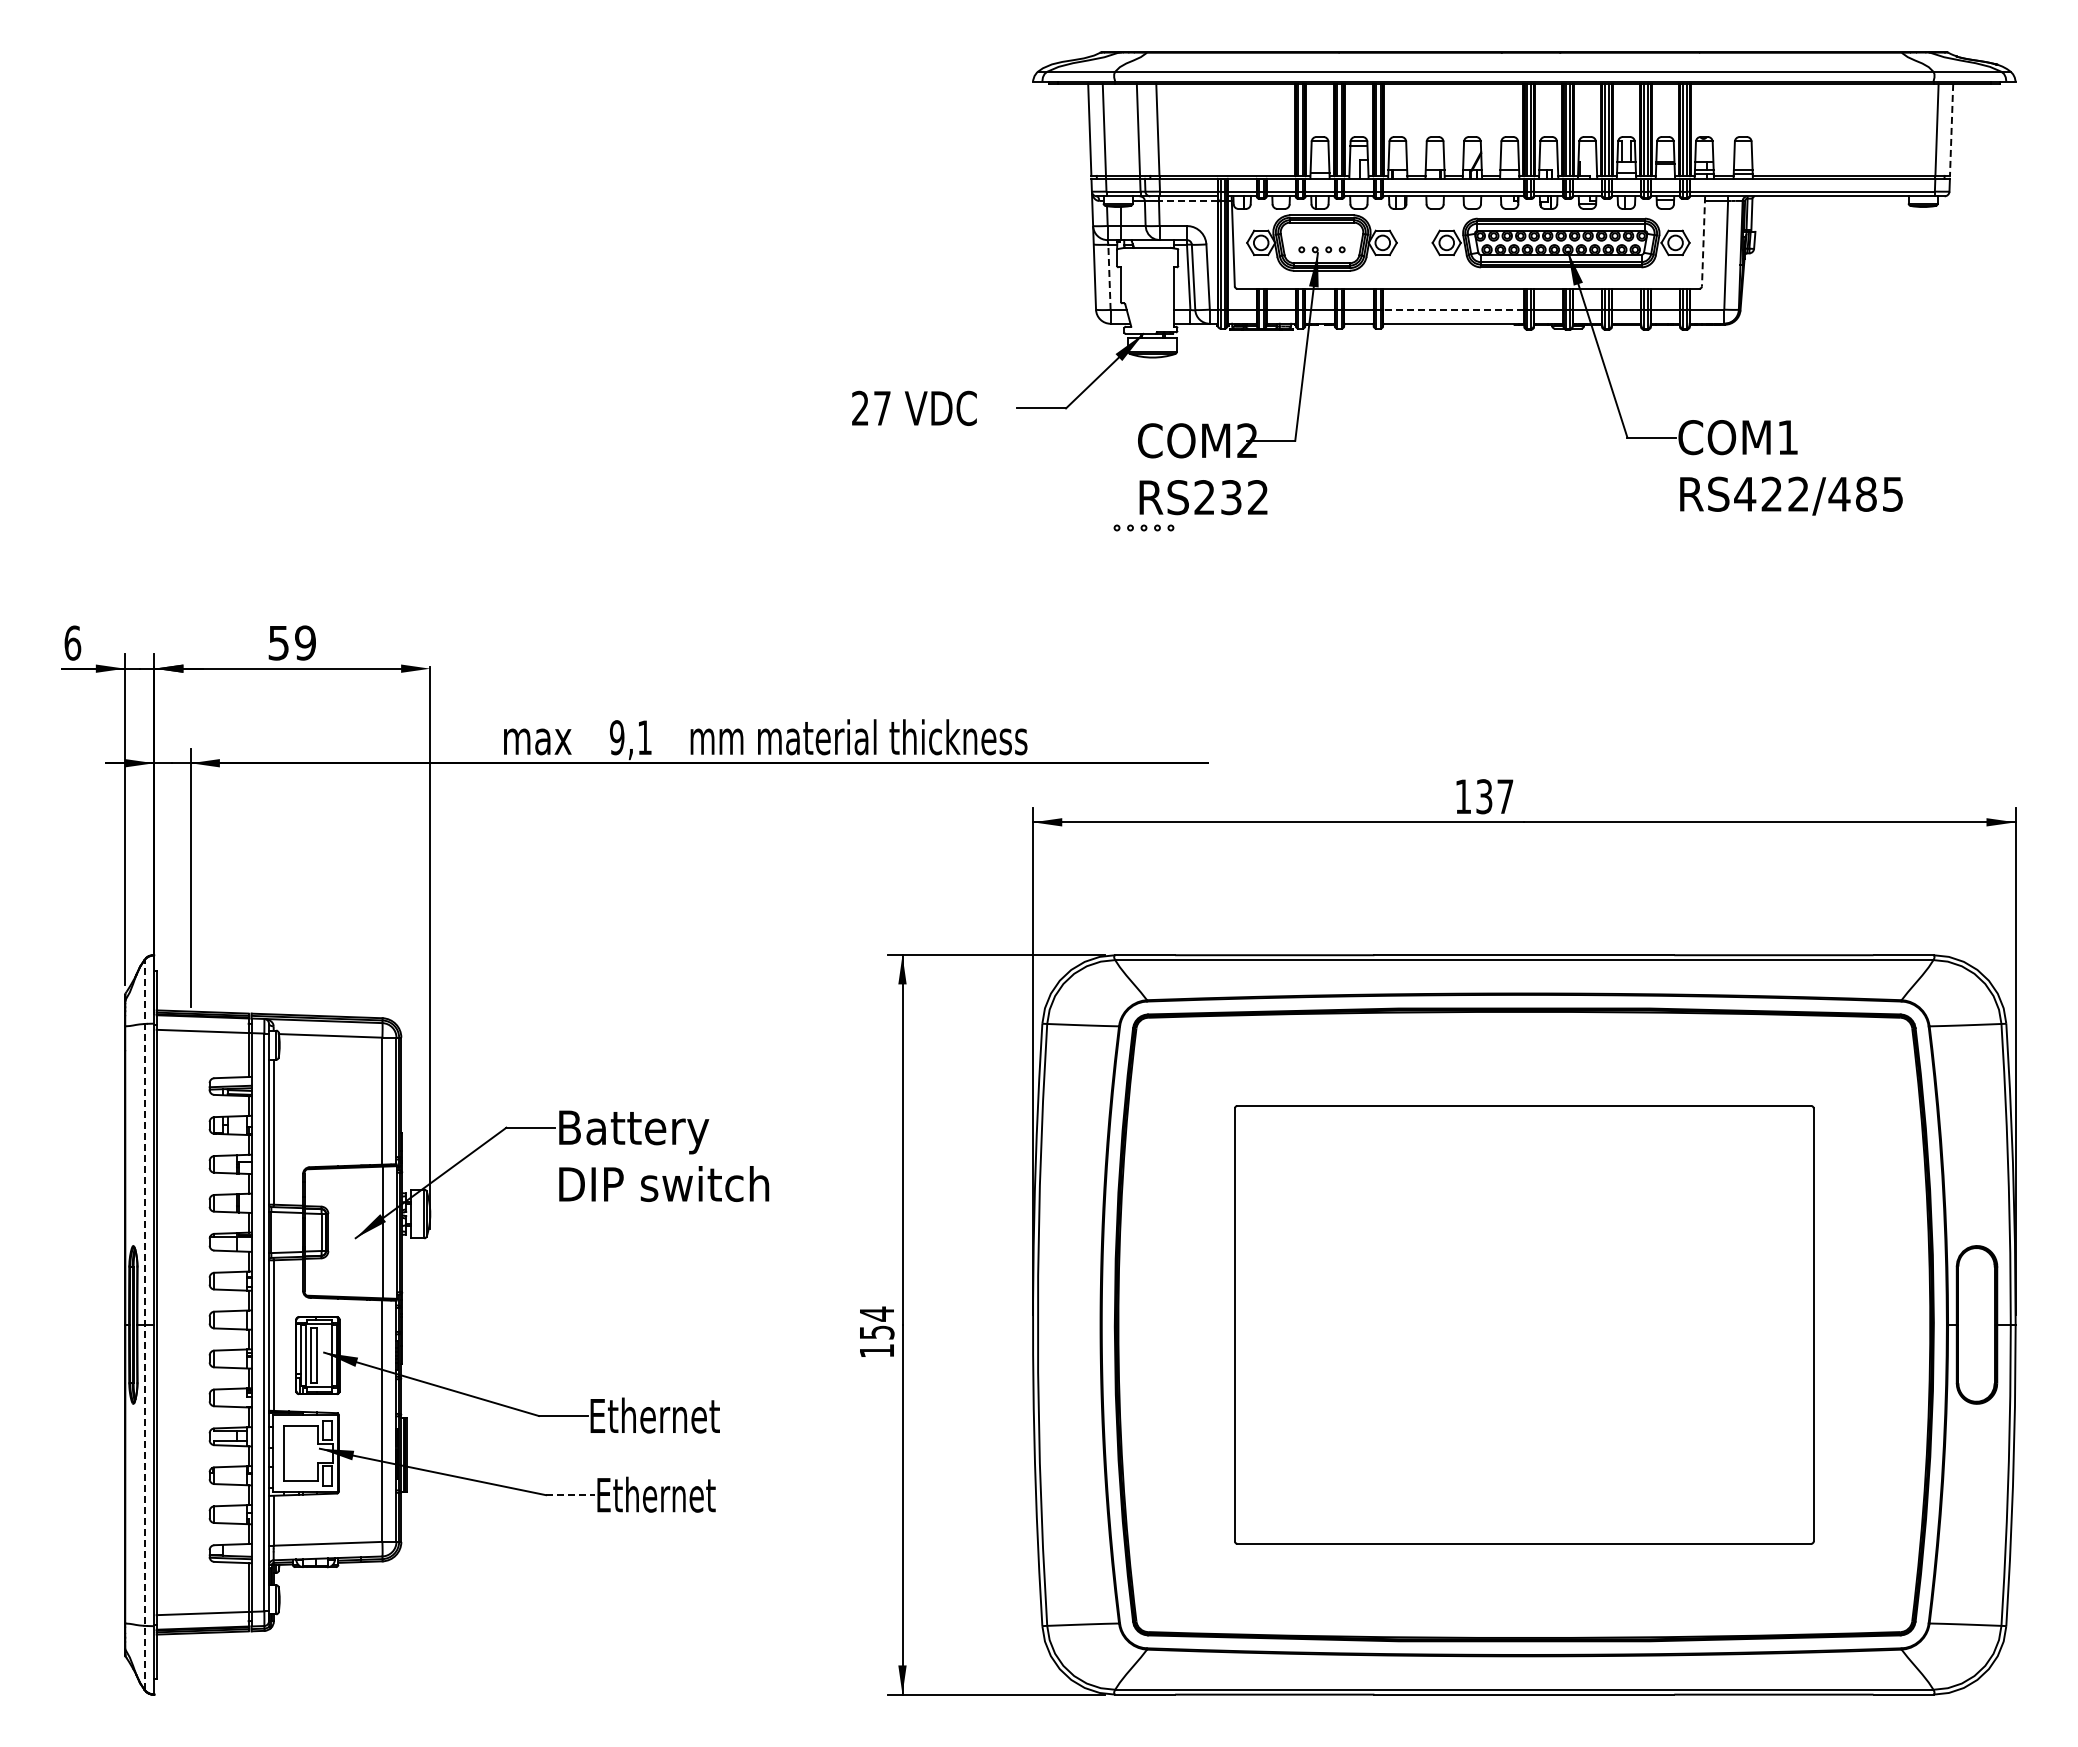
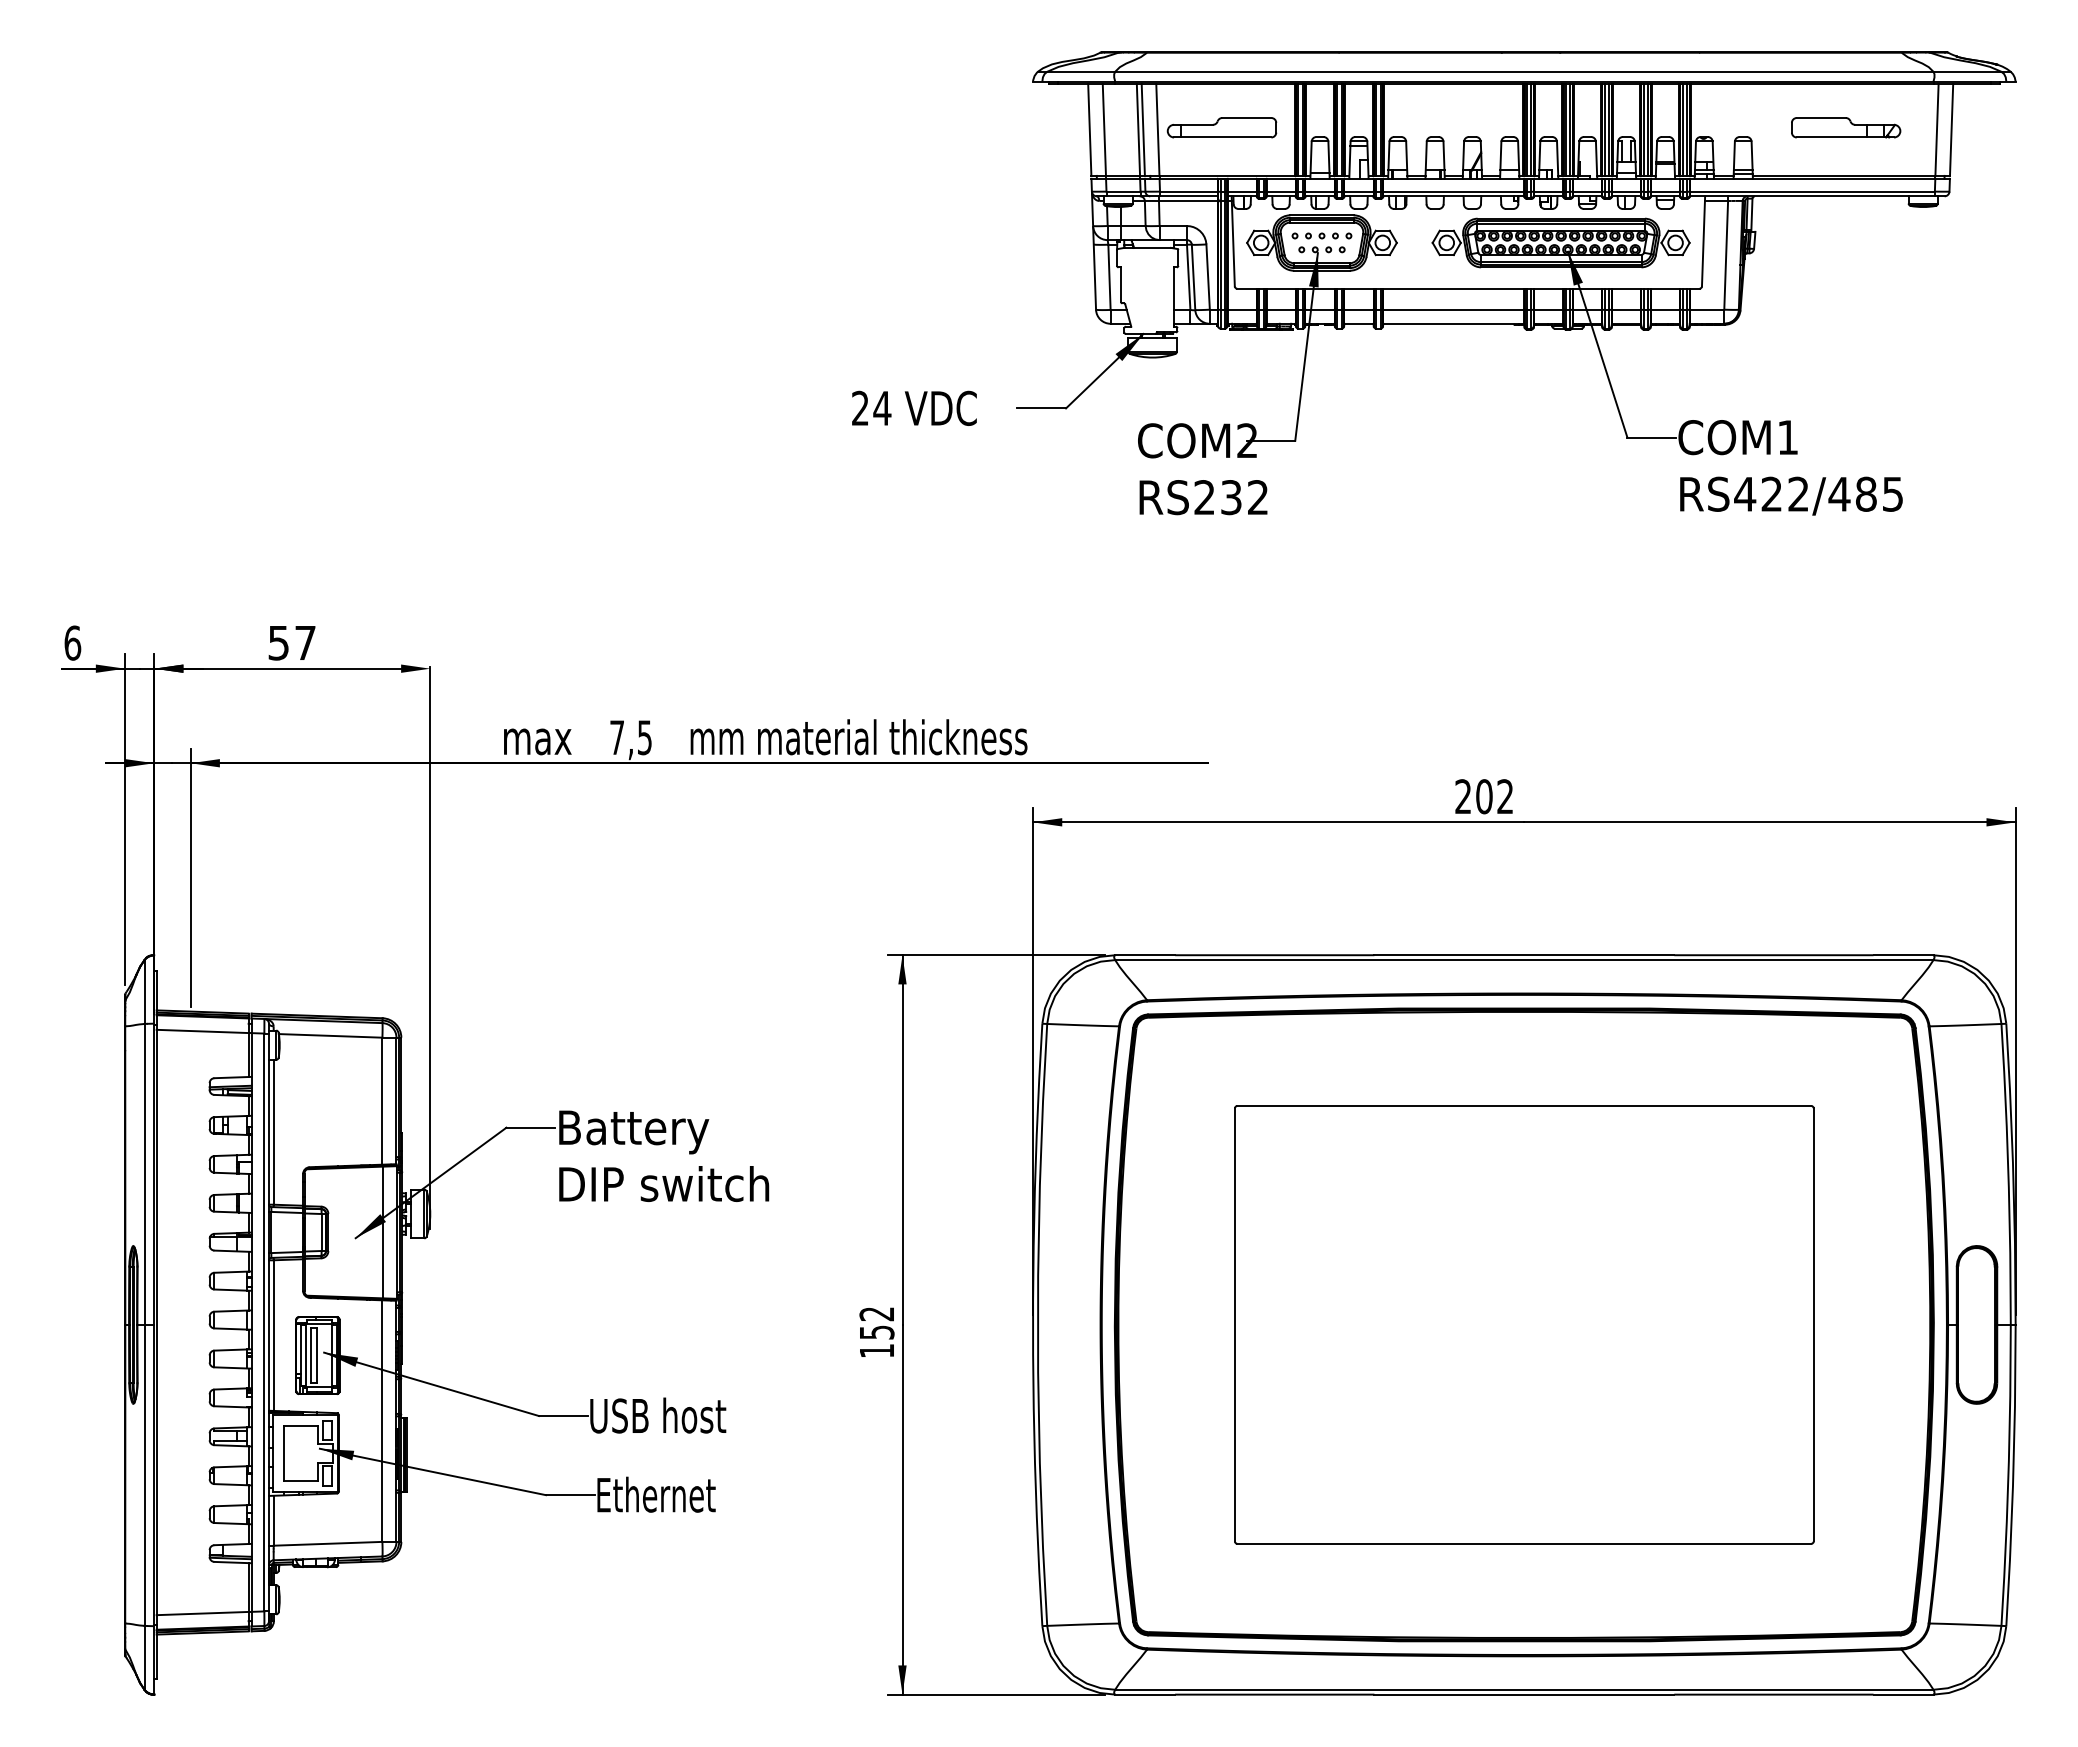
part at (1221, 127): none -> present
part at (1846, 127): none -> present
line at (1142, 129): none -> present
line at (1951, 129): dashed -> solid
line at (1187, 201): dashed -> solid
line at (1703, 241): dashed -> solid
line at (1109, 277): dashed -> solid
line at (1453, 309): dashed -> solid
text at (882, 408): 27 -> 24
part at (1143, 527) position: (1143, 527) -> (1321, 235)
text at (305, 642): 59 -> 57
text at (630, 737): 9,1 -> 7,5
text at (1484, 796): 137 -> 202
text at (876, 1313): 154 -> 152
line at (144, 1324): dashed -> solid
text at (658, 1415): Ethernet -> USB host
line at (570, 1495): dashed -> solid
